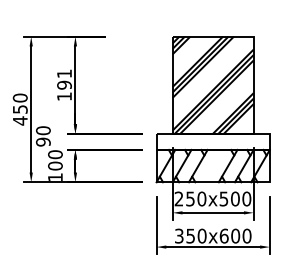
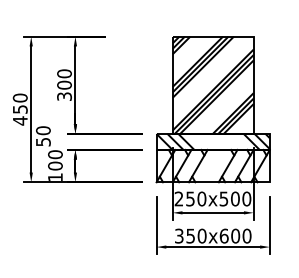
text at (64, 84): 191 -> 300
text at (42, 141): 90 -> 50
hatch at (212, 141): none -> present
